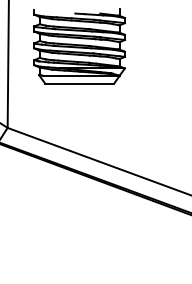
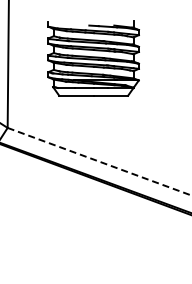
part at (79, 46) position: (79, 46) -> (93, 58)
line at (99, 161): solid -> dashed
